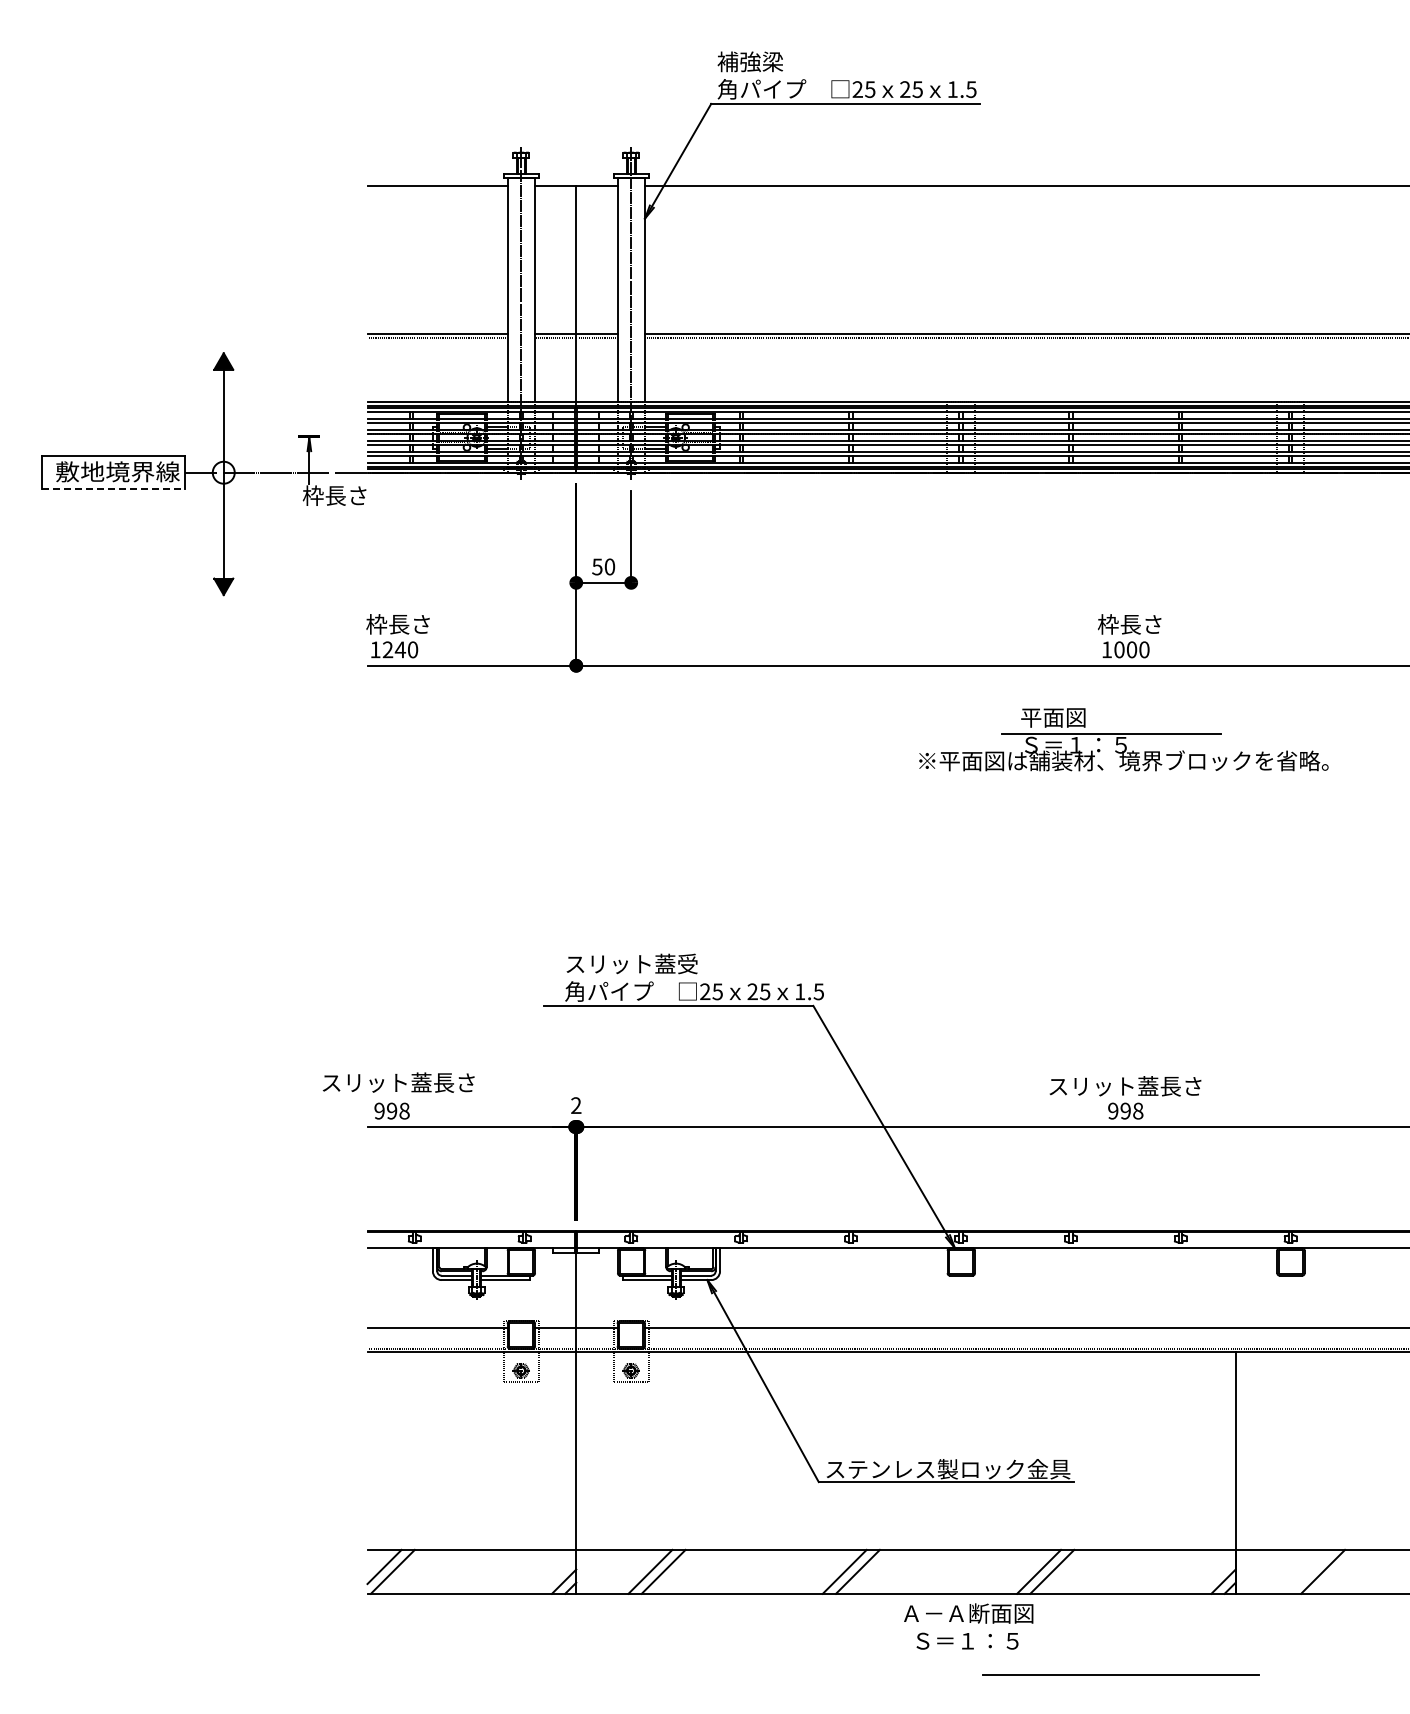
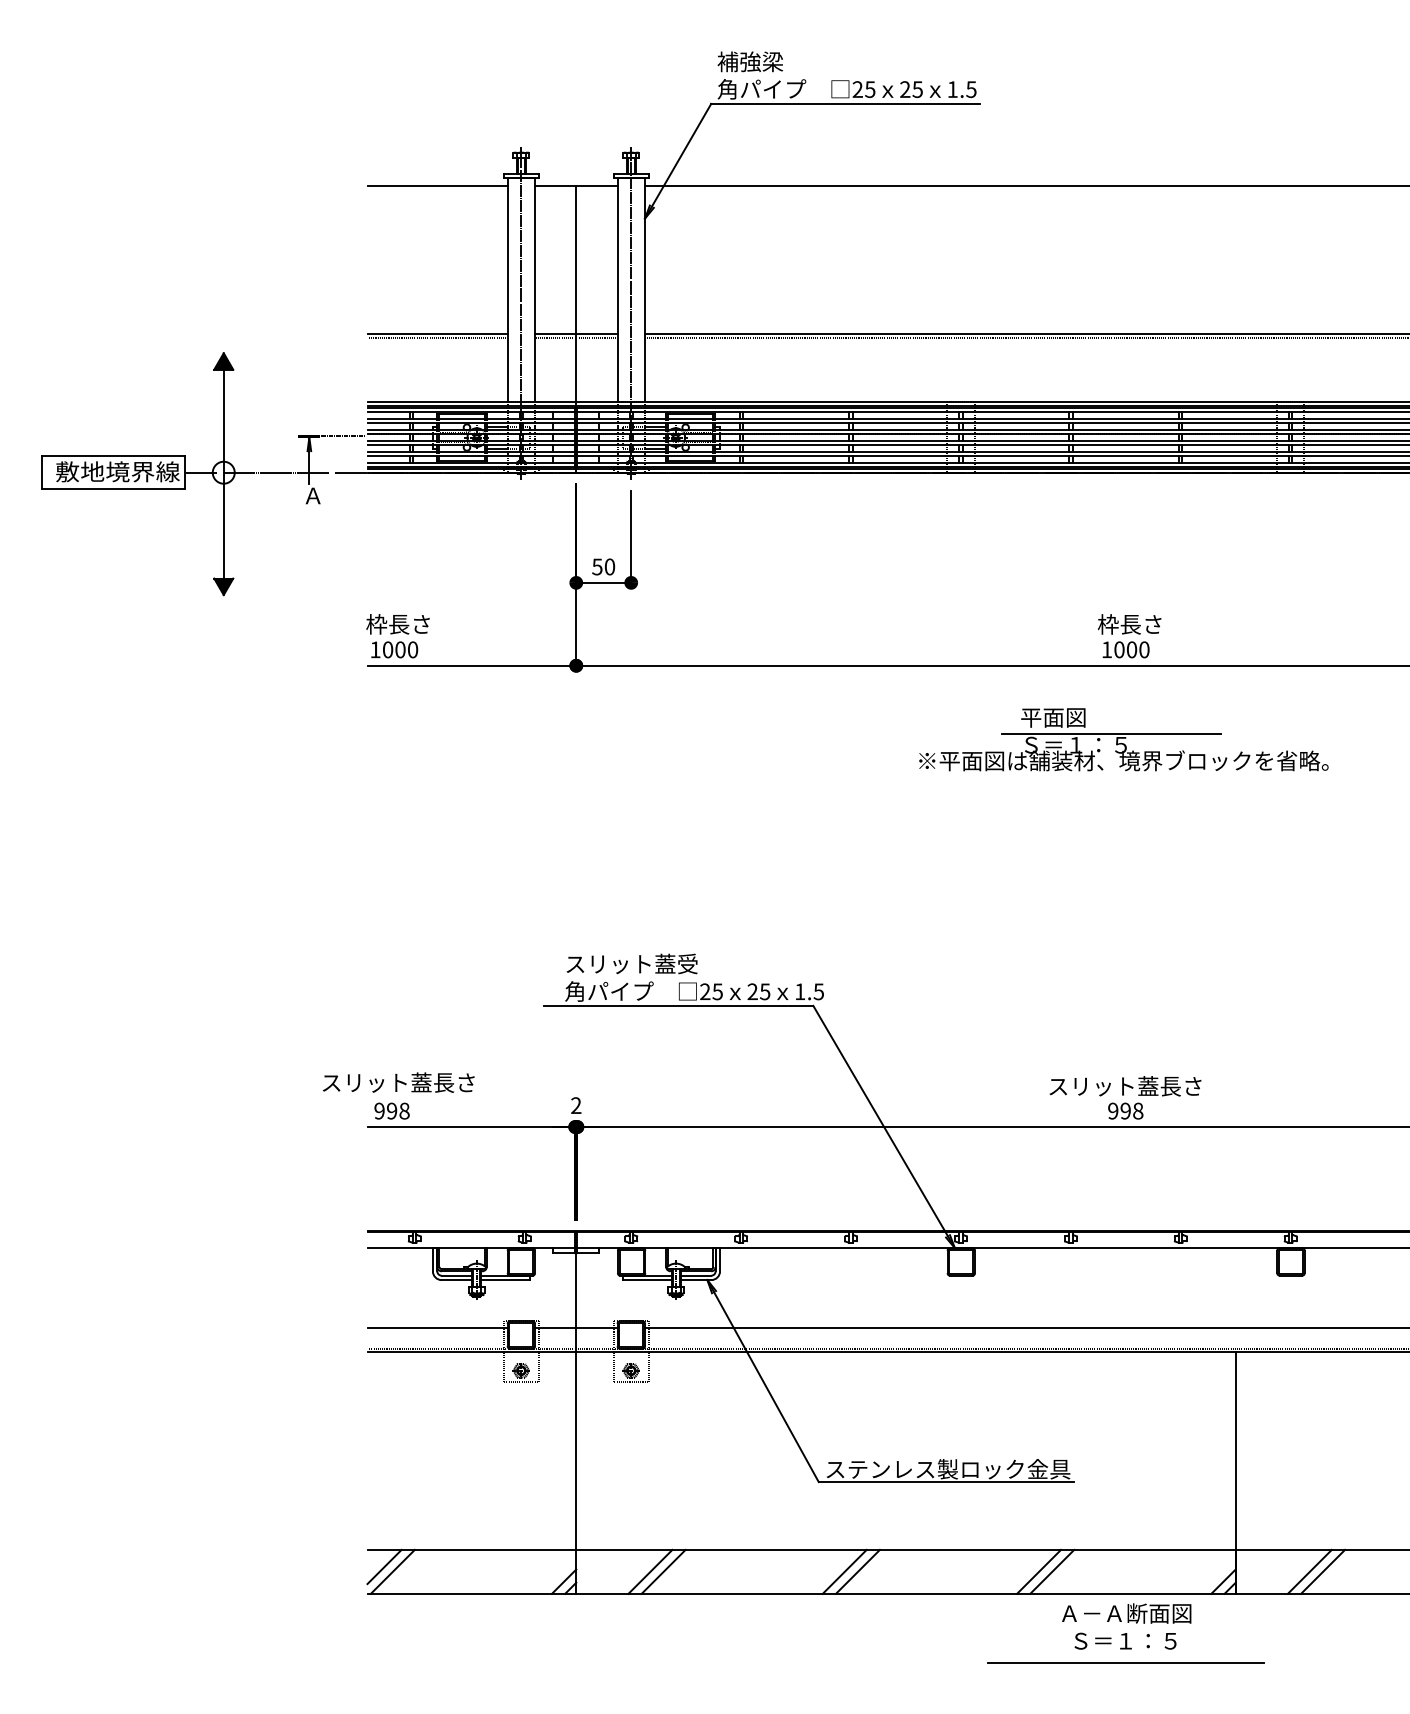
line at (343, 436): none -> present
line at (114, 489): dashed -> solid
text at (334, 495): 枠長さ -> Ａ
text at (394, 649): 1240 -> 1000
line at (1309, 1571): none -> present
text at (968, 1626) position: (968, 1626) -> (1126, 1626)
line at (1120, 1674) position: (1120, 1674) -> (1125, 1662)
